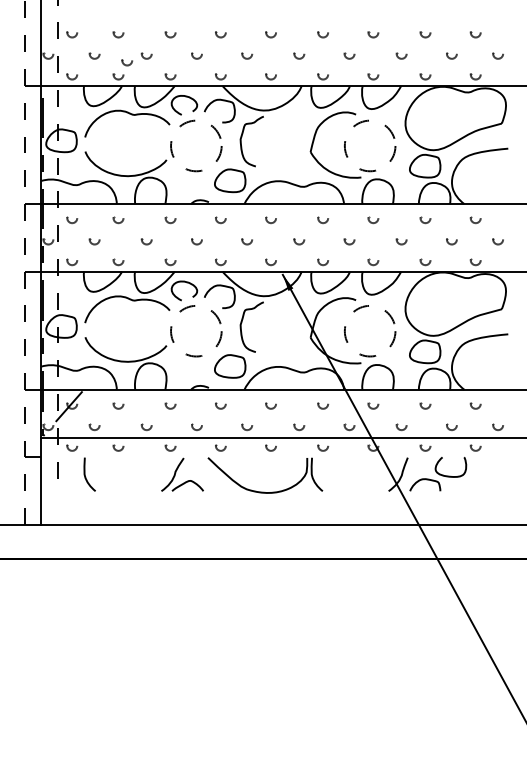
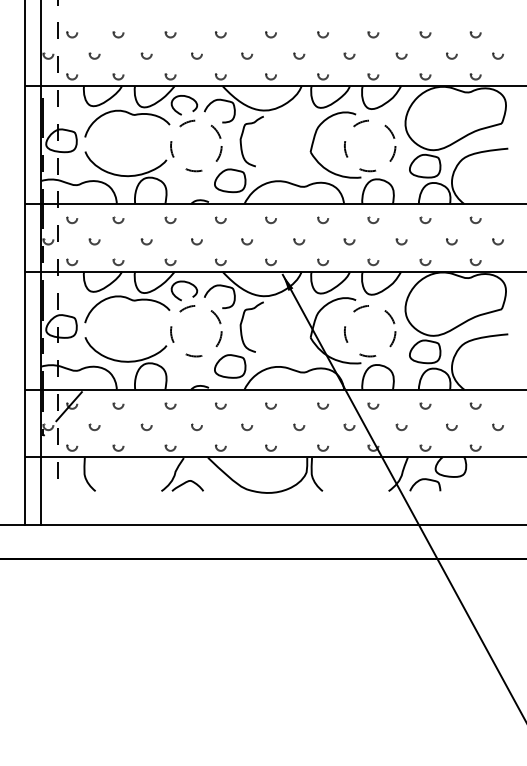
circle at (127, 62): present -> none
line at (24, 262): dashed -> solid
line at (282, 438) position: (282, 438) -> (282, 457)
